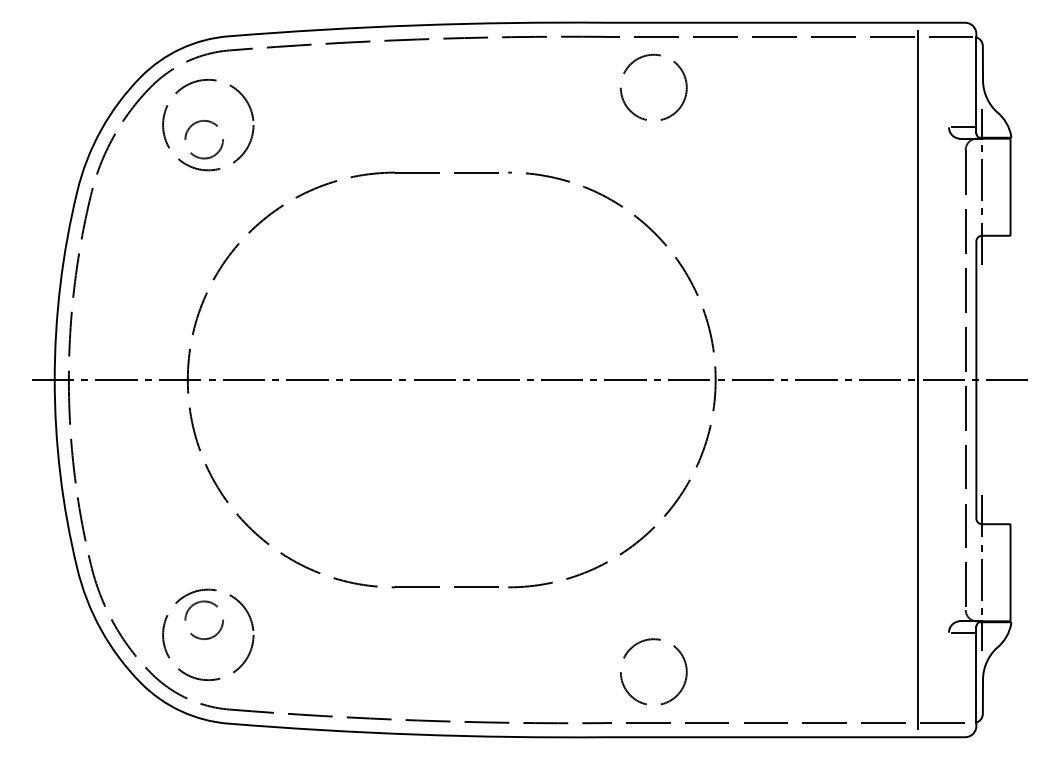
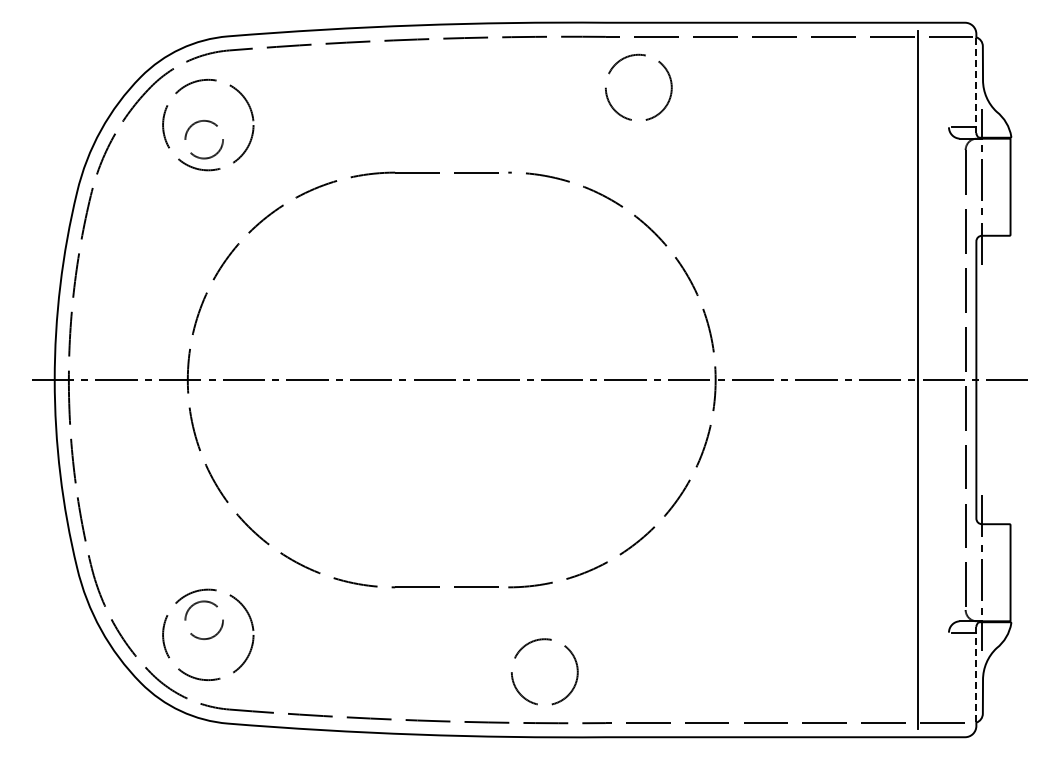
line at (976, 85): solid -> dashed
circle at (653, 86) position: (653, 86) -> (638, 86)
circle at (653, 671) position: (653, 671) -> (544, 671)
line at (976, 674): solid -> dashed
